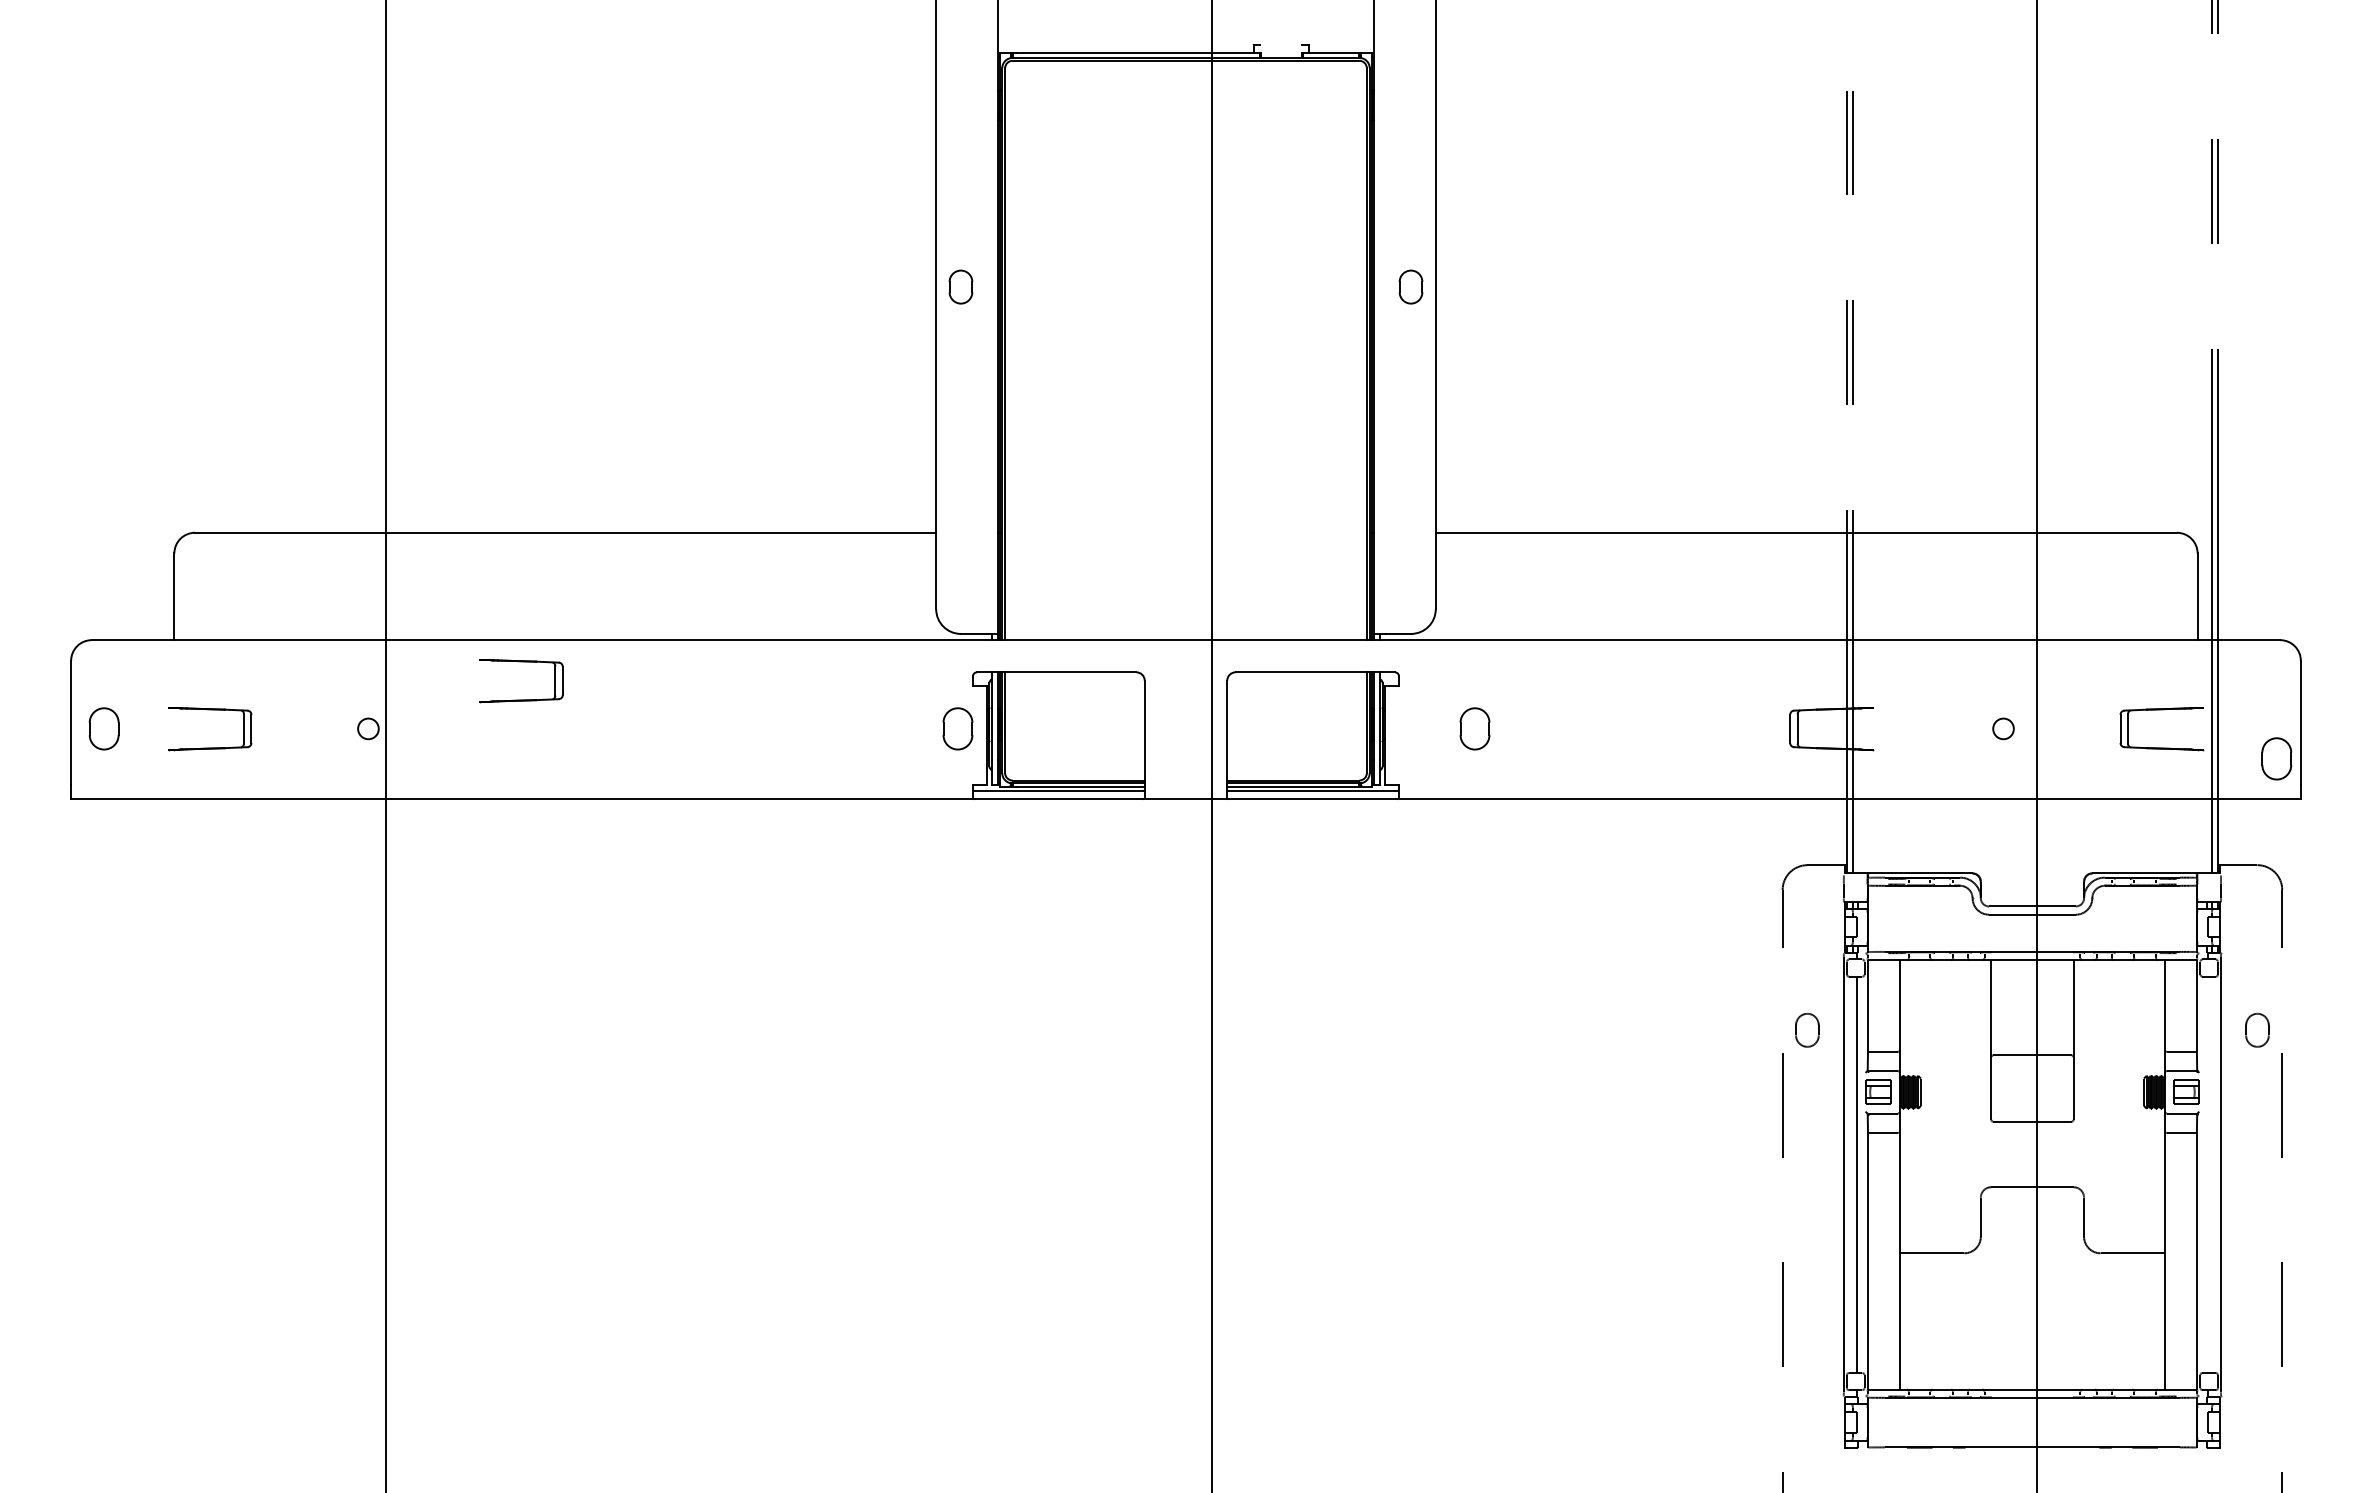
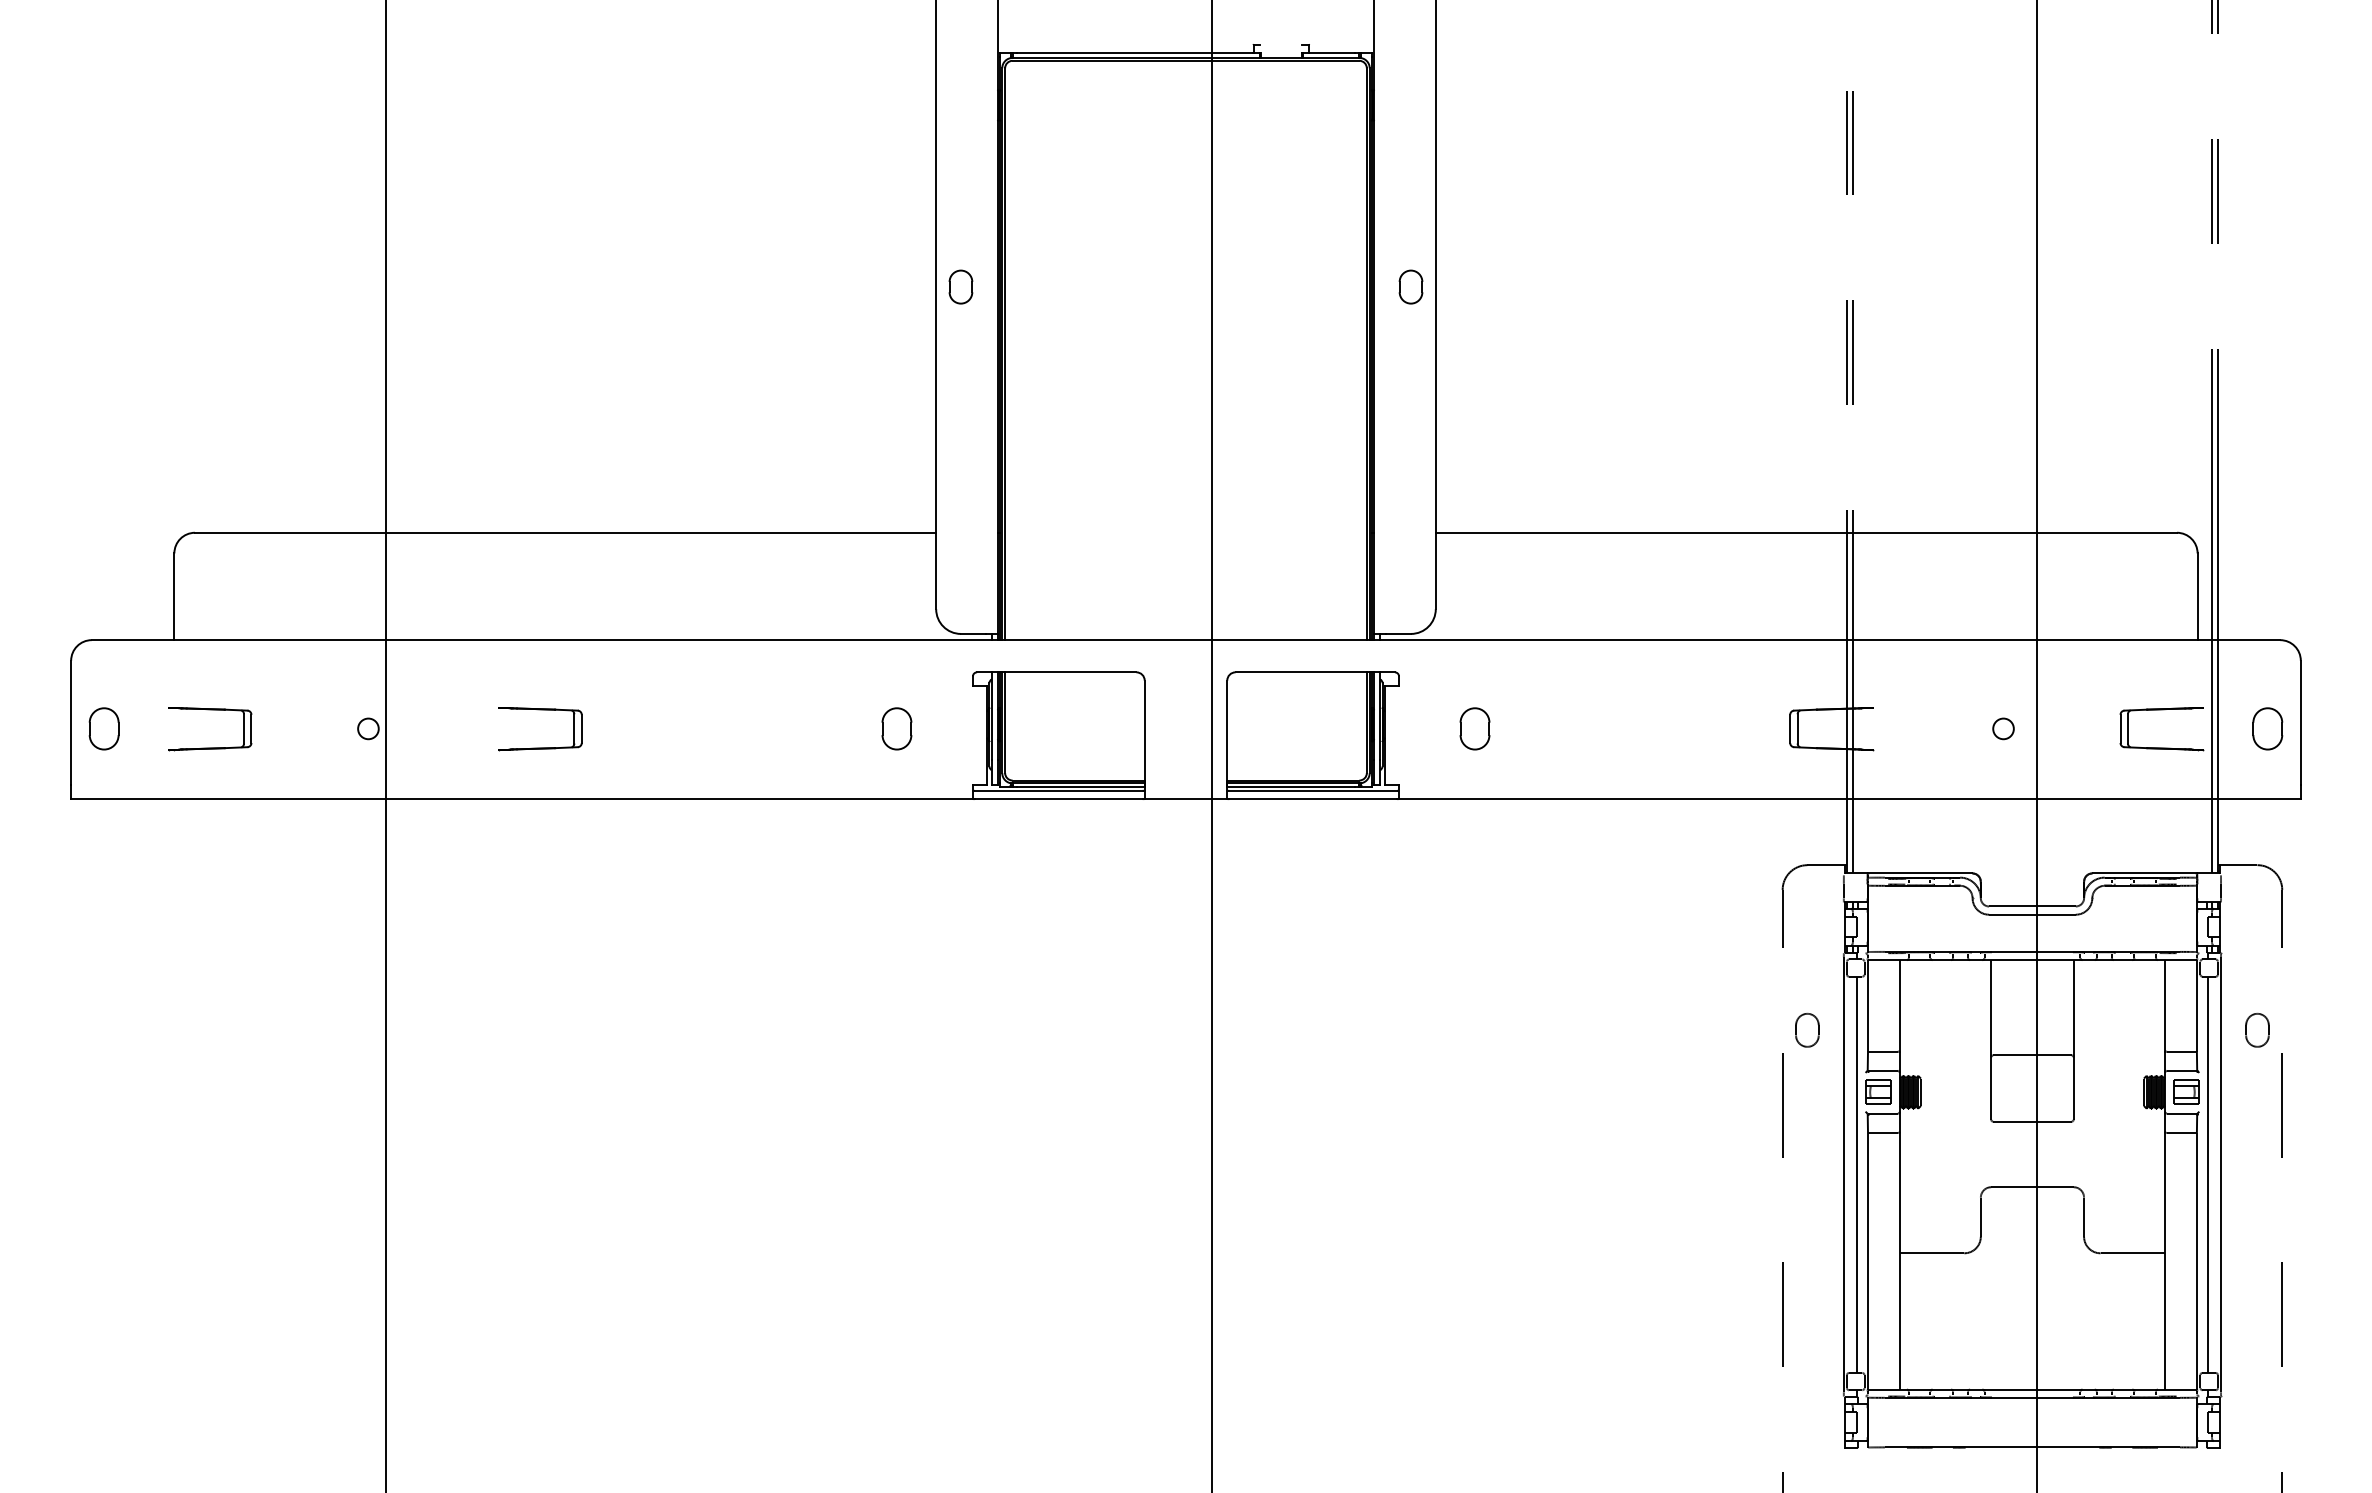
part at (521, 699) position: (521, 699) -> (540, 747)
part at (957, 728) position: (957, 728) -> (896, 728)
part at (2276, 758) position: (2276, 758) -> (2267, 728)
line at (2208, 1174): none -> present
